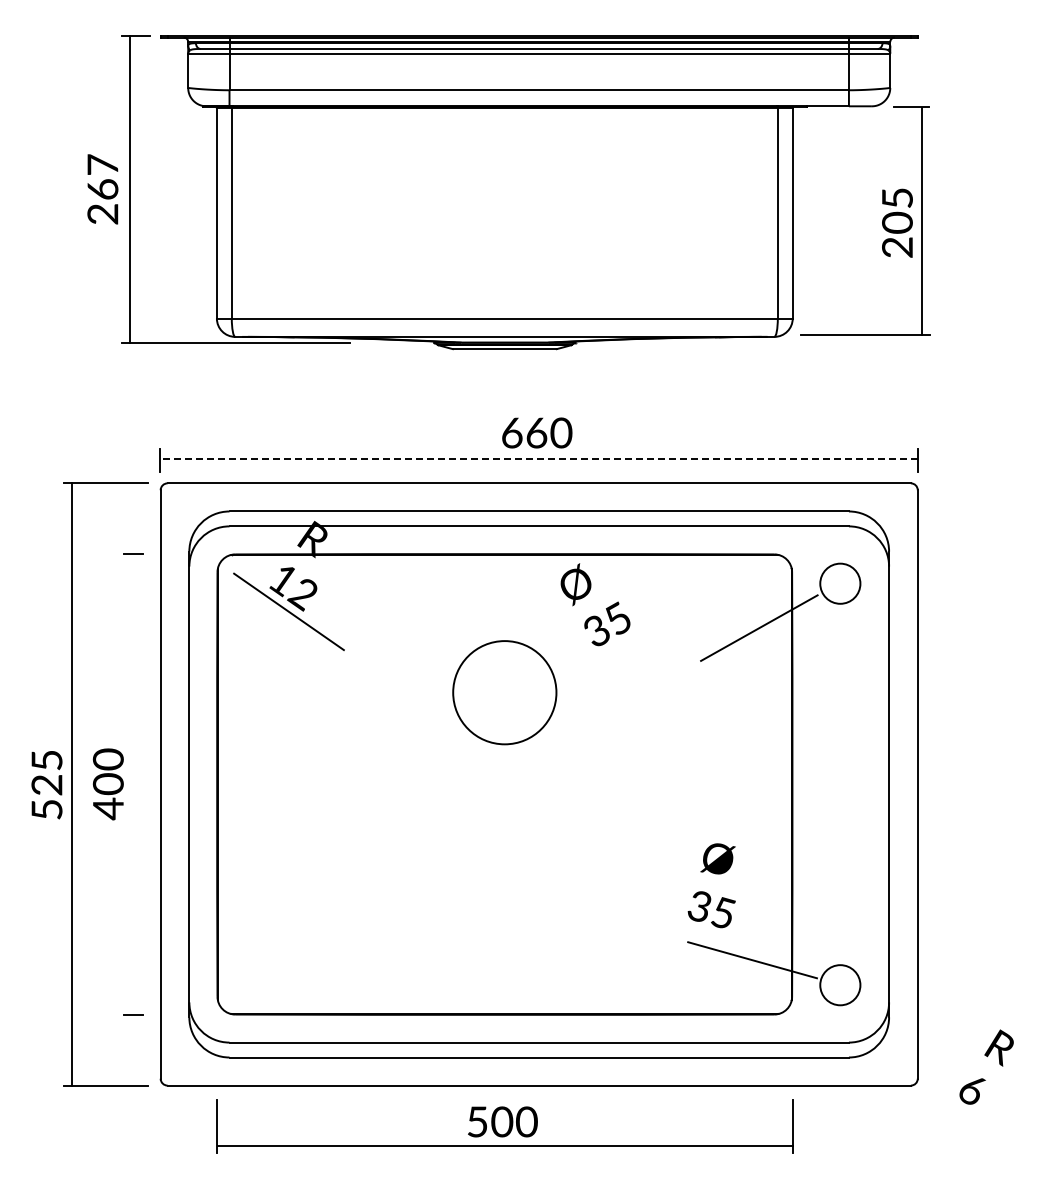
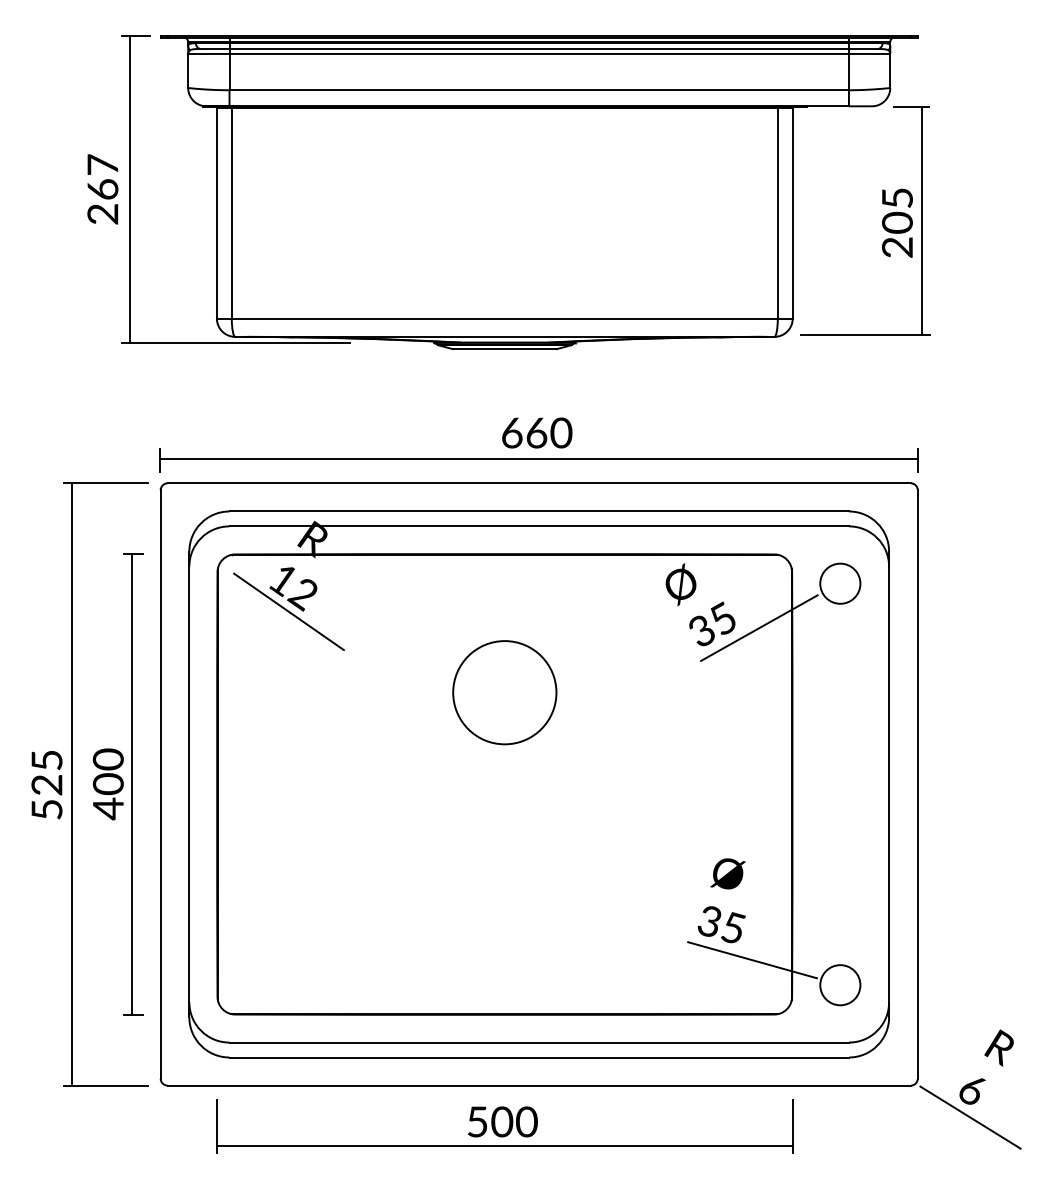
line at (539, 458): dashed -> solid
text at (595, 604) position: (595, 604) -> (700, 604)
line at (132, 784): none -> present
text at (711, 885) position: (711, 885) -> (721, 900)
line at (970, 1117): none -> present
